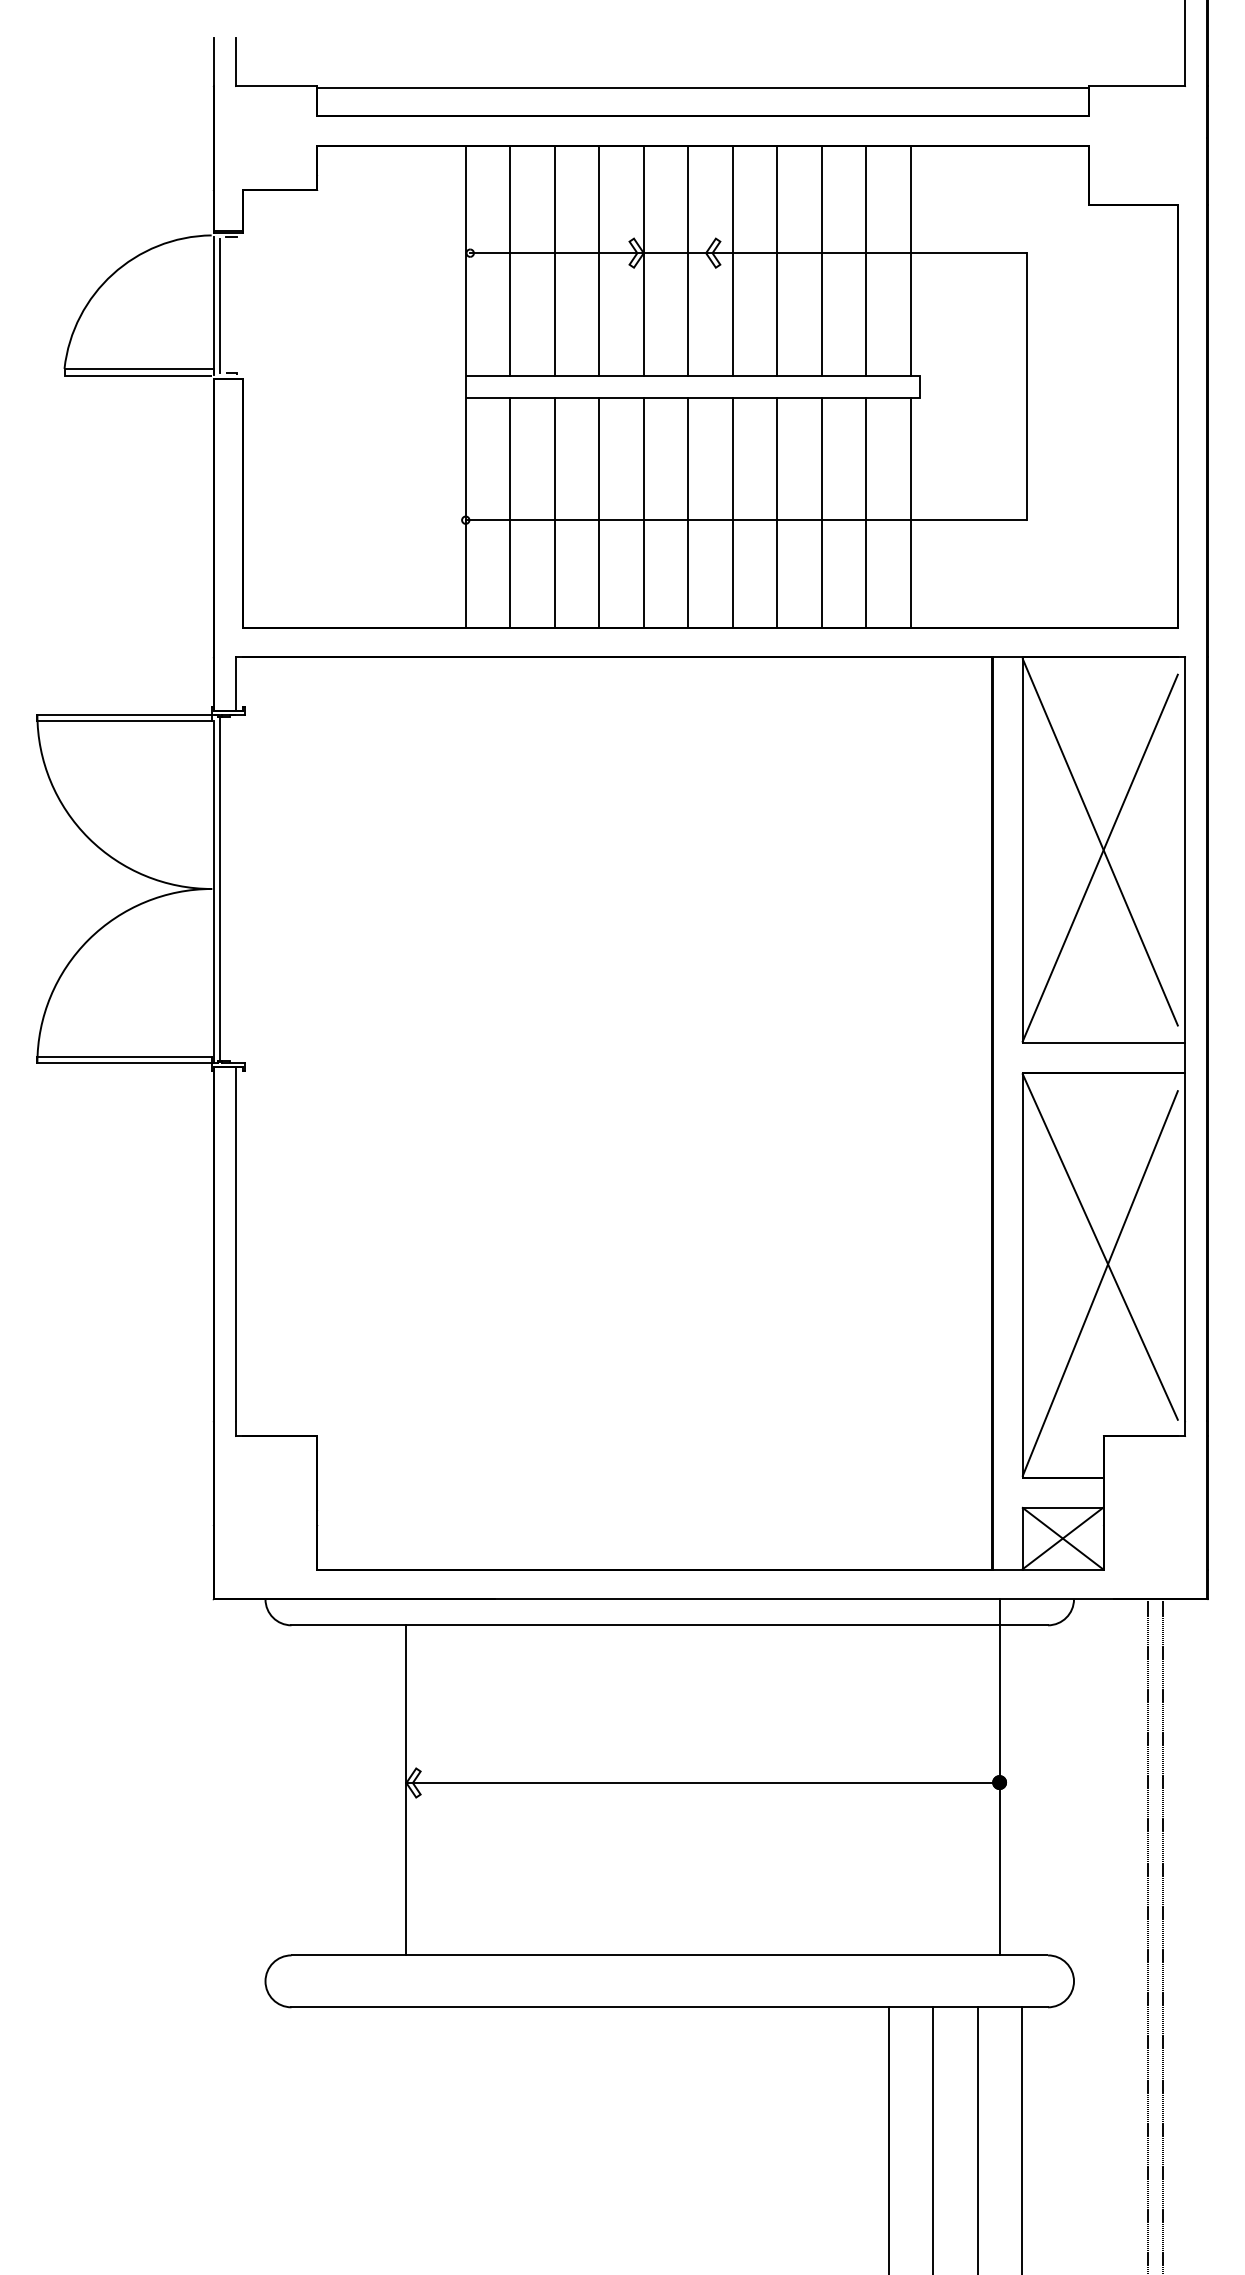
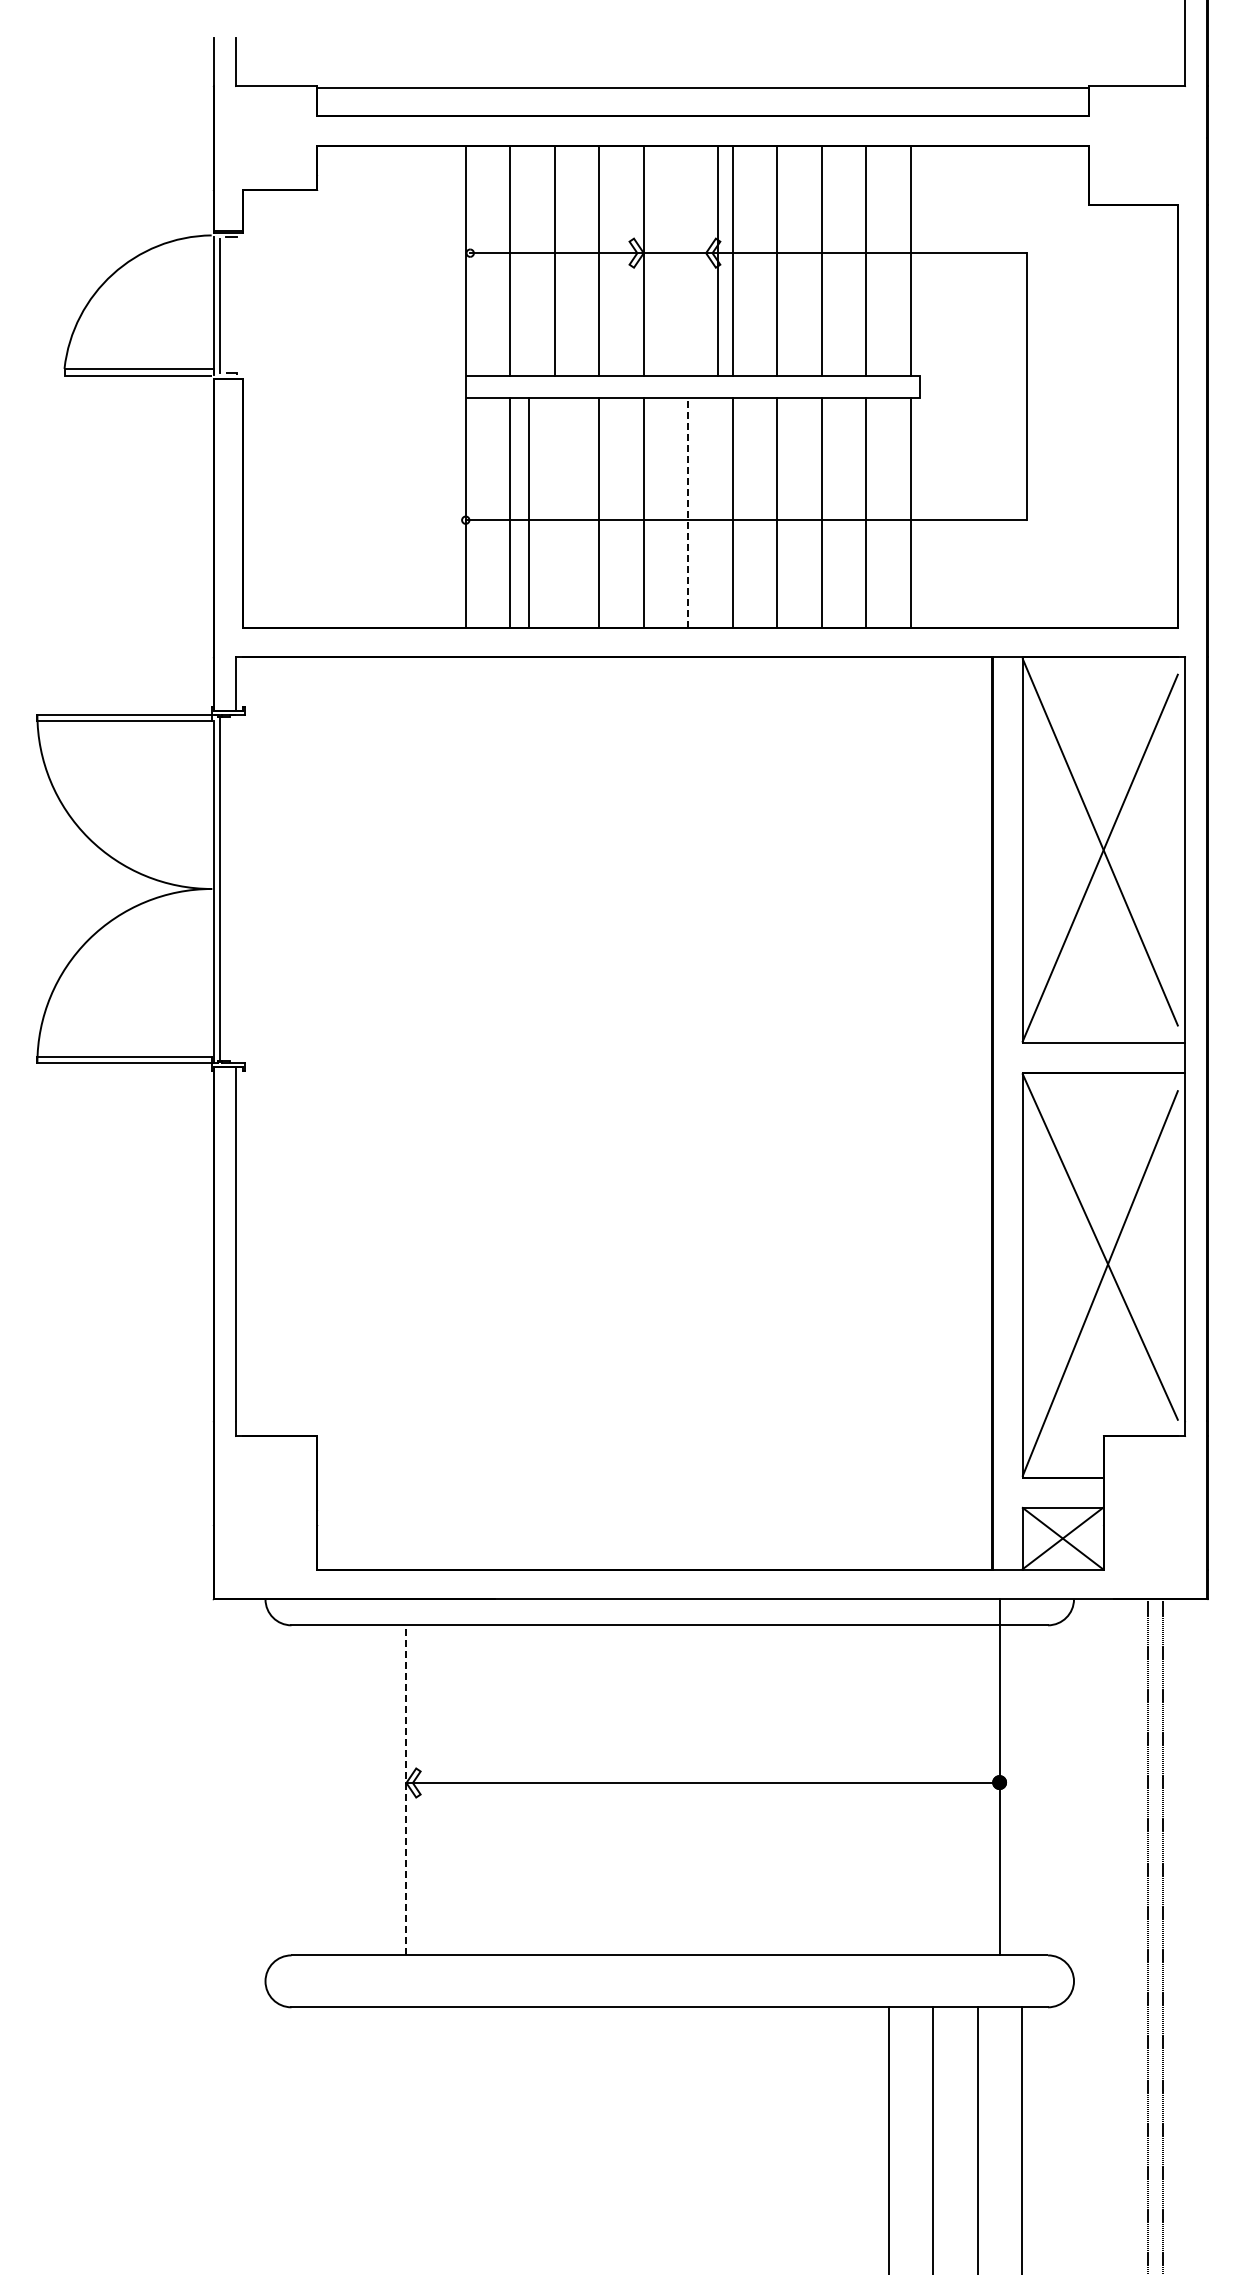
line at (688, 260) position: (688, 260) -> (718, 260)
line at (554, 512) position: (554, 512) -> (528, 512)
line at (688, 512): solid -> dashed
line at (406, 1789): solid -> dashed
